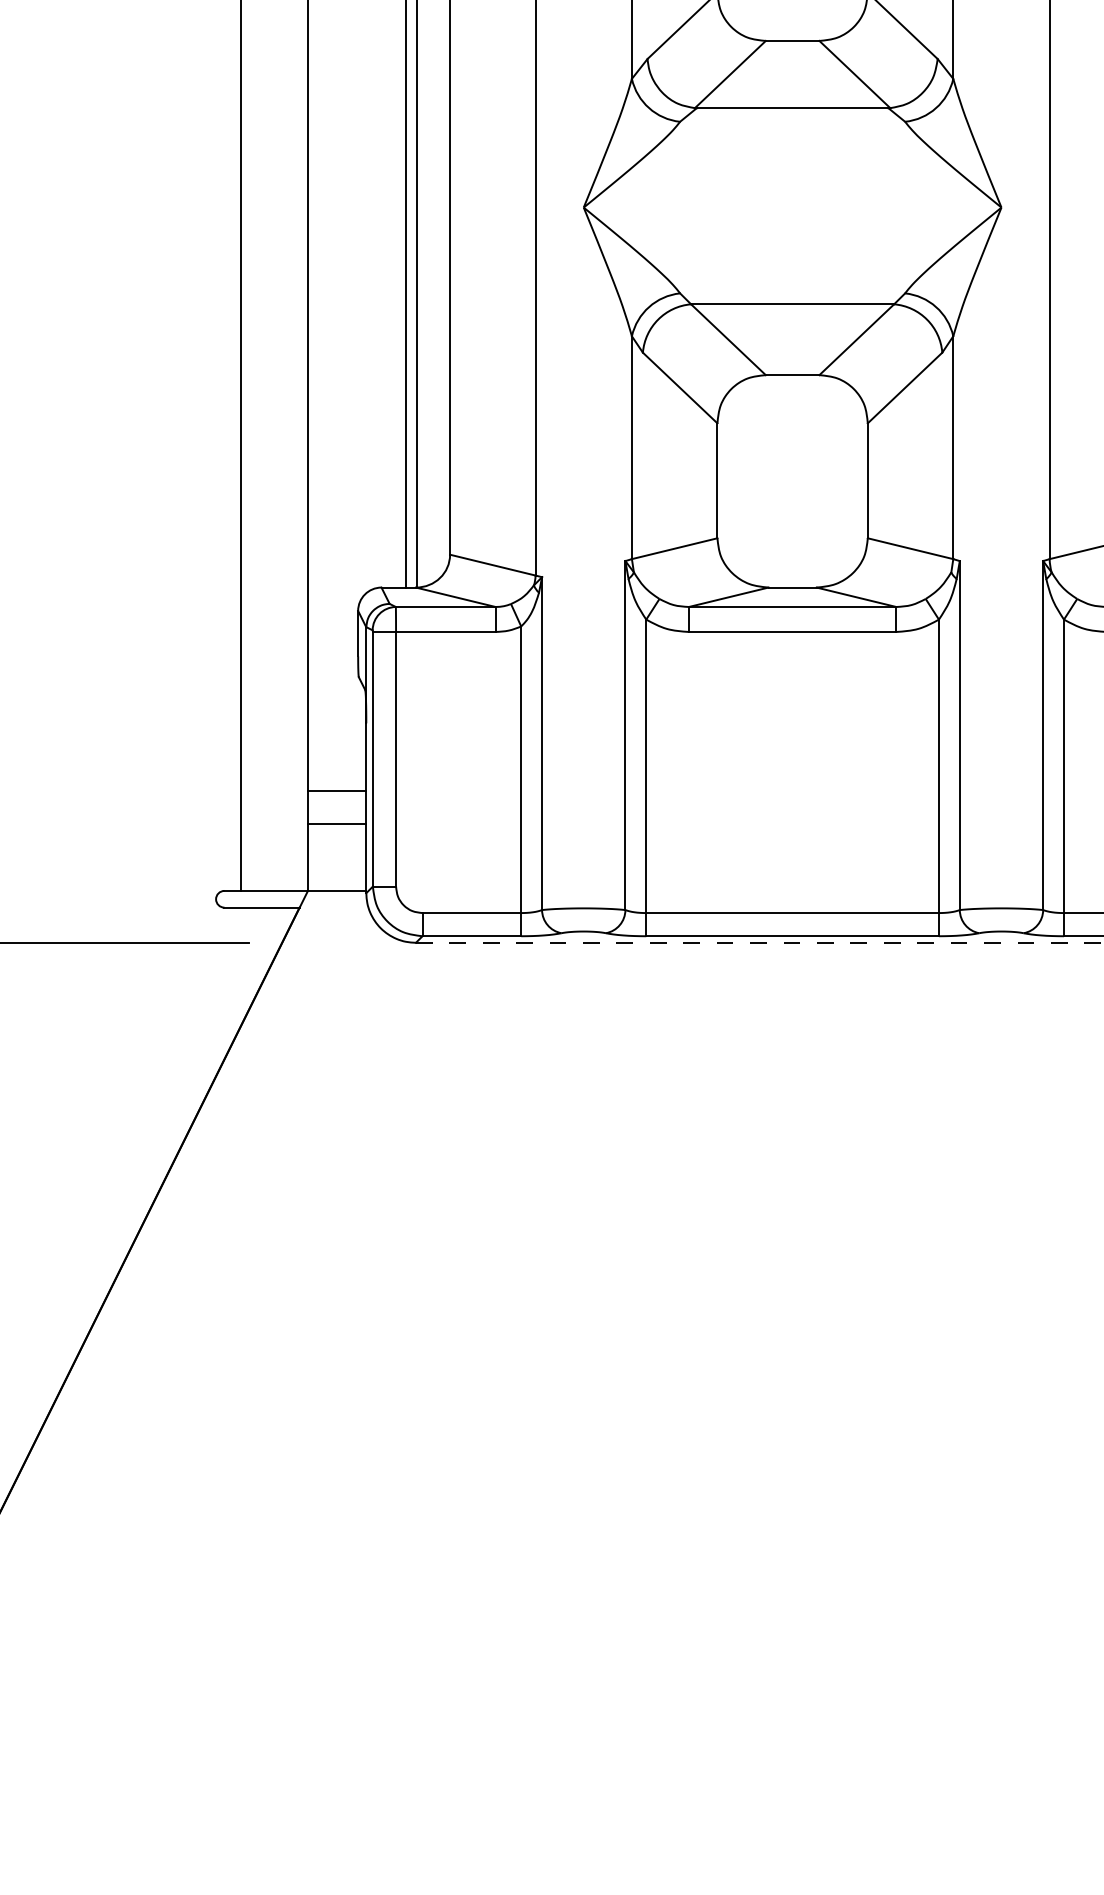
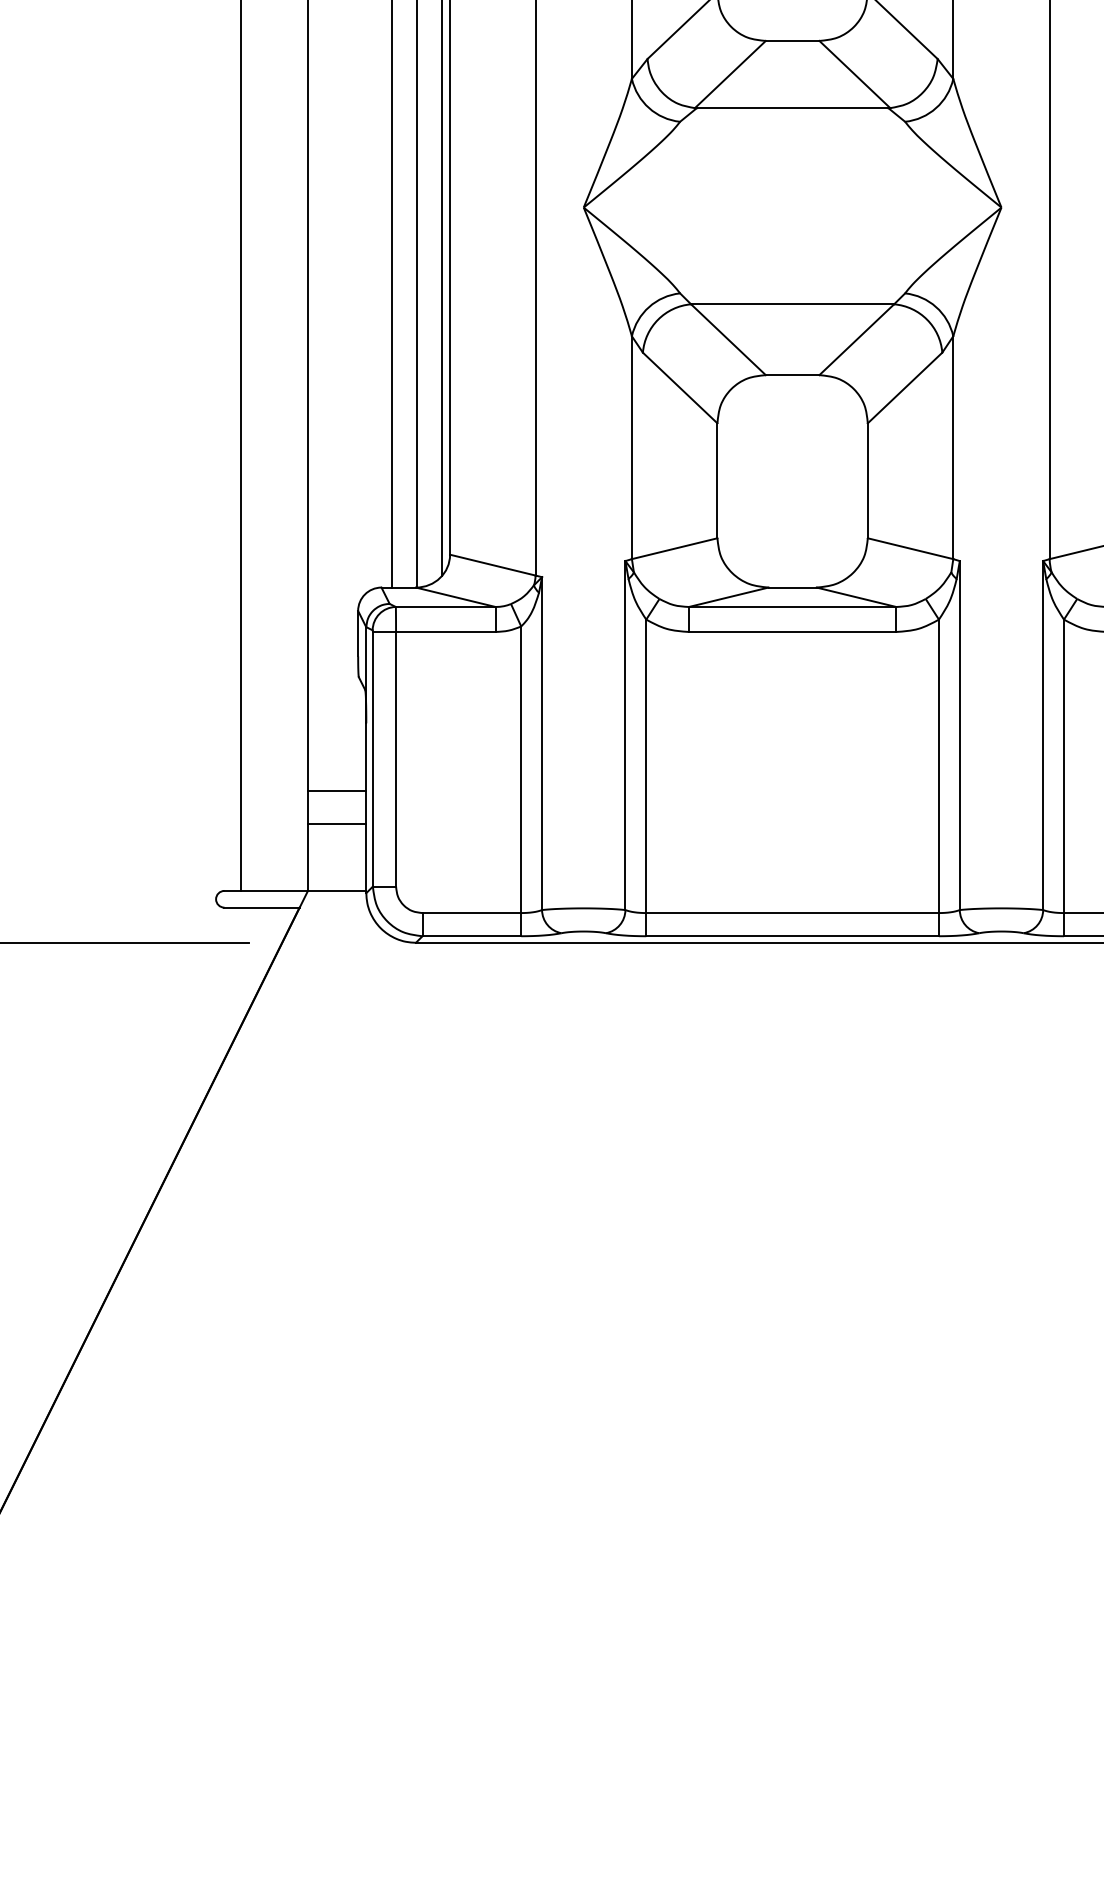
line at (441, 289): none -> present
line at (405, 294) position: (405, 294) -> (391, 294)
line at (759, 942): dashed -> solid
